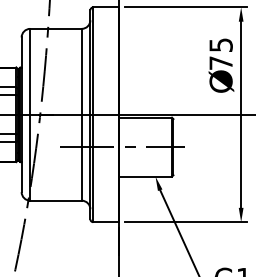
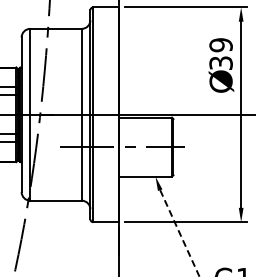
text at (220, 53): 75 -> 39
line at (180, 233): solid -> dashed
